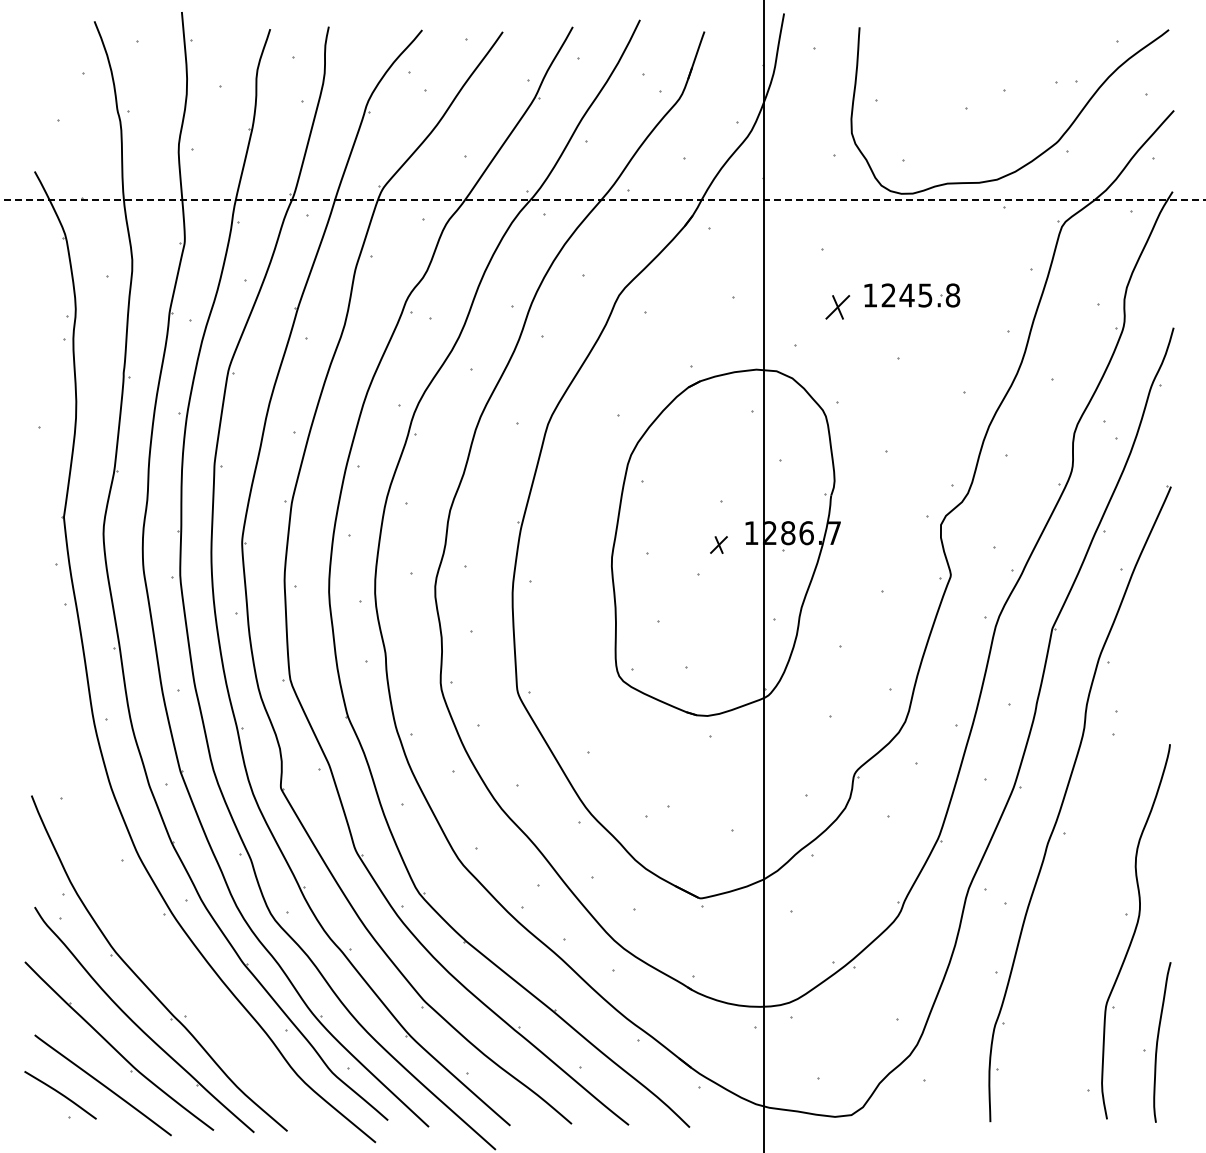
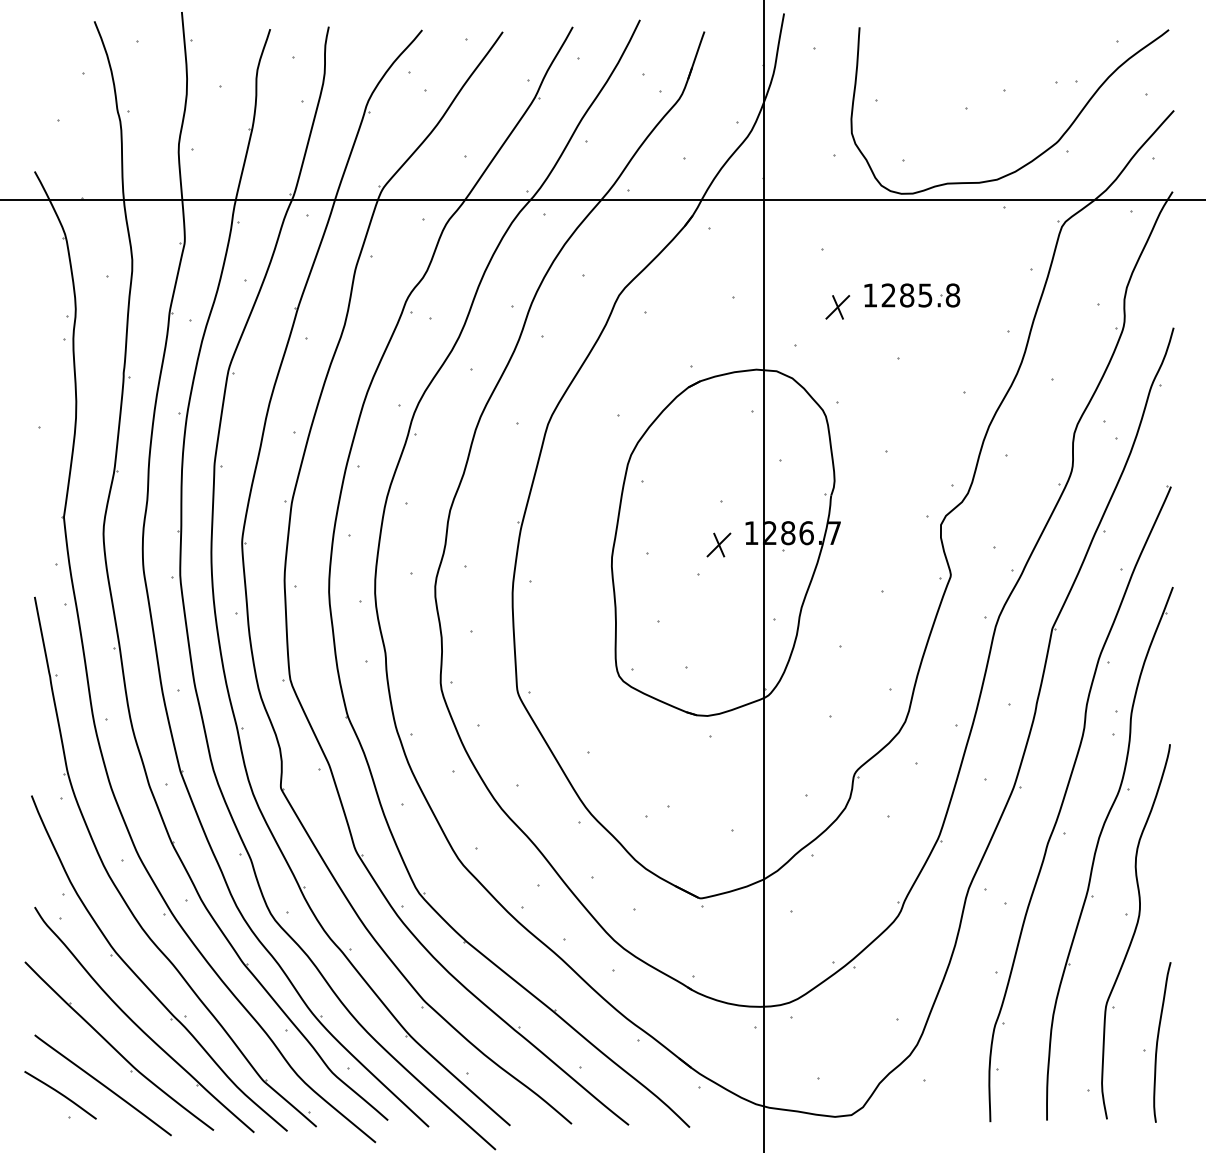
line at (602, 199): dashed -> solid
text at (906, 295): 1245.8 -> 1285.8
part at (718, 544) size: 18x18 px -> 26x26 px
part at (1097, 849): none -> present
part at (122, 895): none -> present
